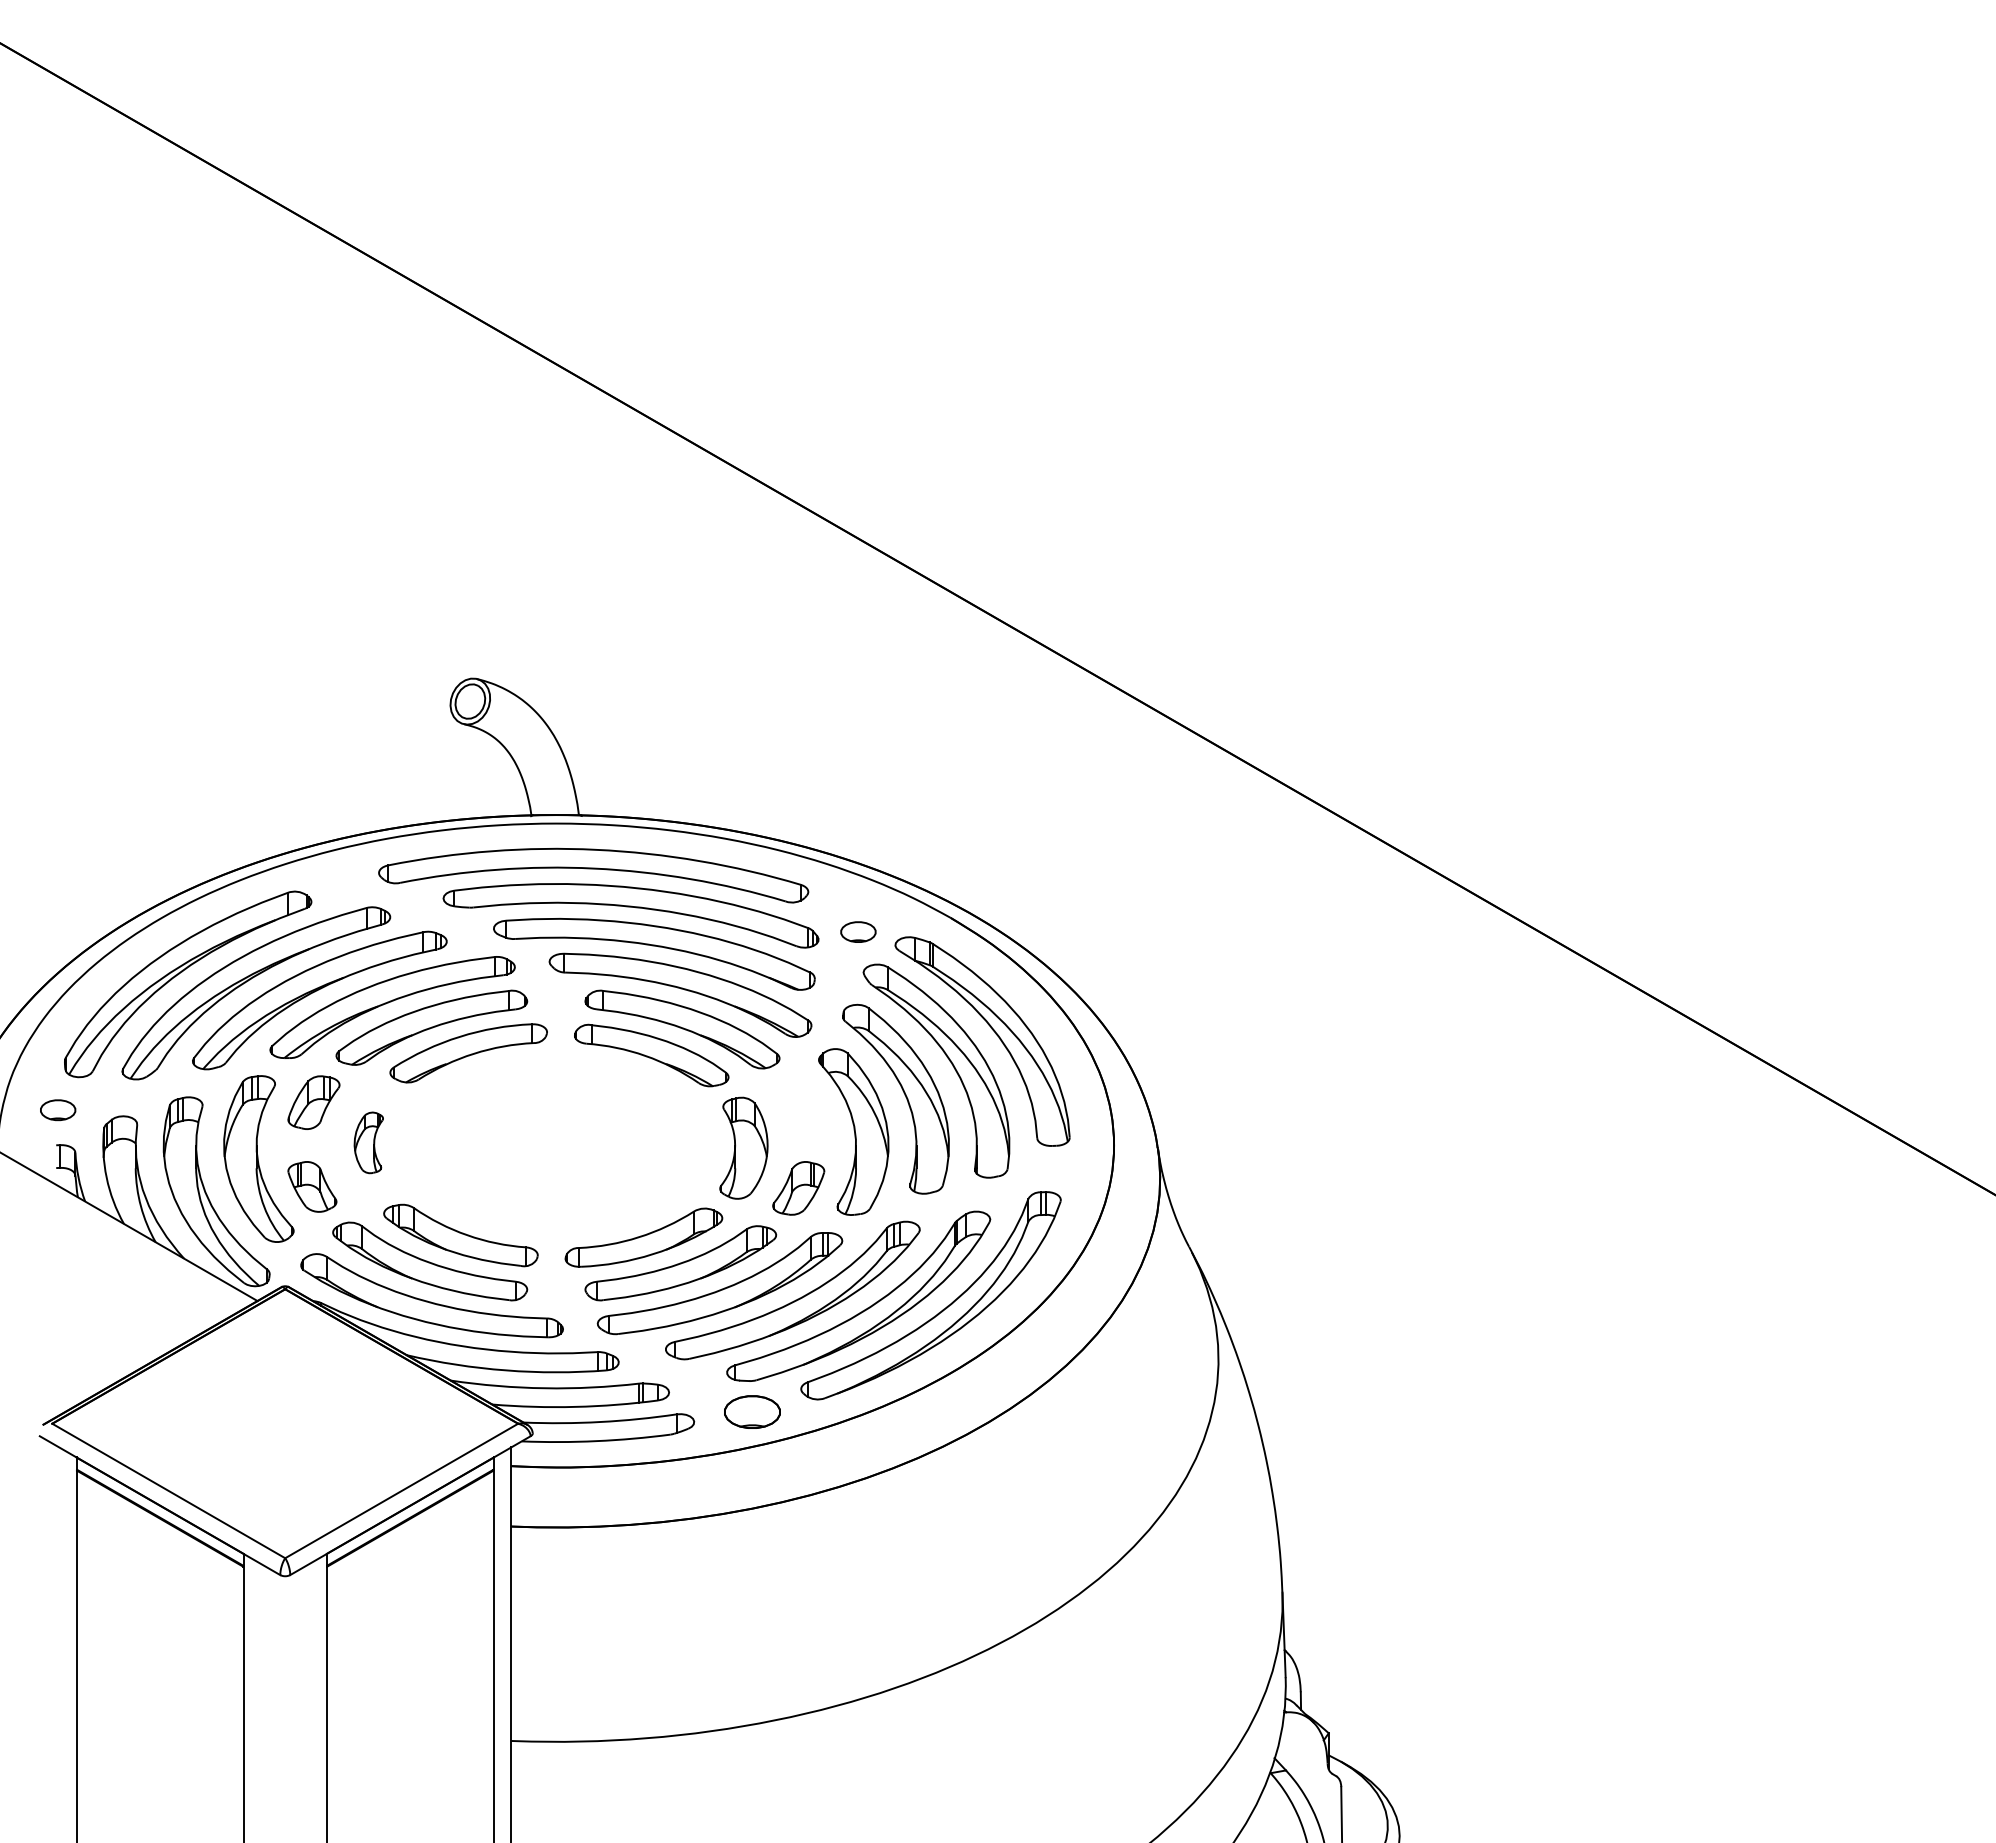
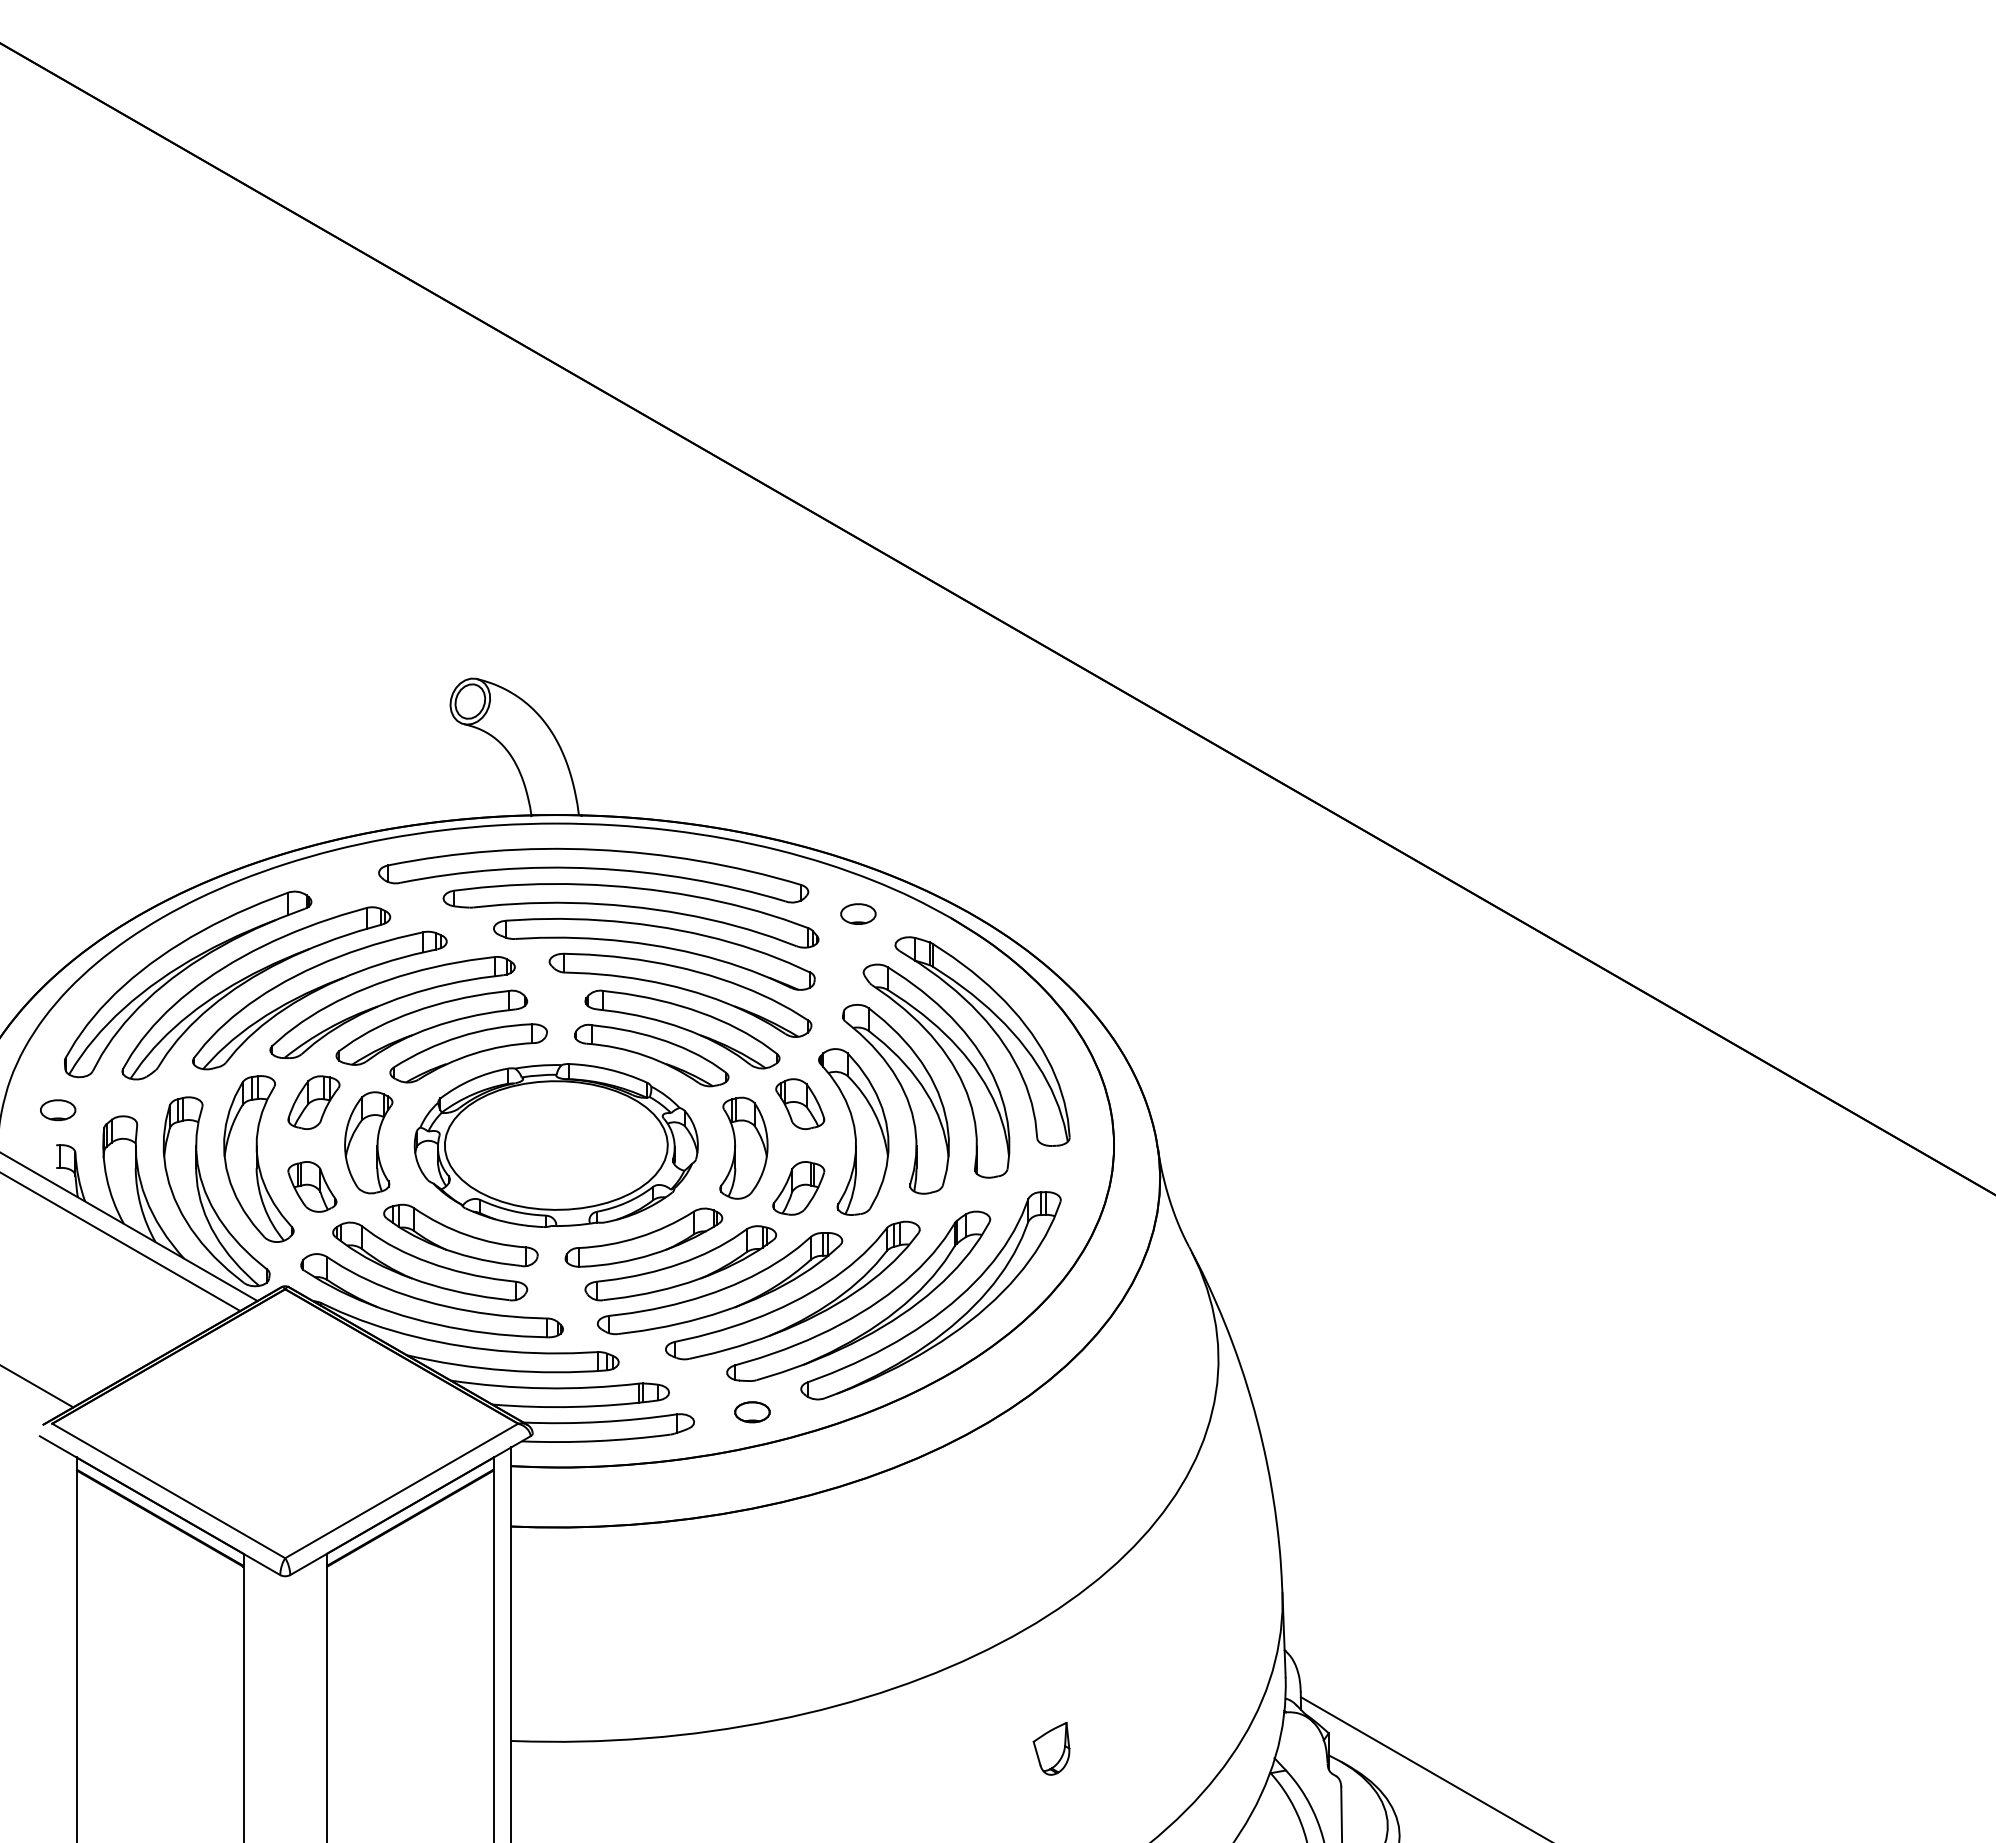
part at (858, 931) position: (858, 931) -> (858, 913)
part at (800, 1103): none -> present
part at (368, 1142) size: 31x64 px -> 50x104 px
part at (555, 1145): none -> present
line at (121, 1242): none -> present
line at (37, 1386): none -> present
part at (752, 1411) size: 57x34 px -> 37x23 px
part at (1051, 1748): none -> present
line at (1423, 1768): none -> present
